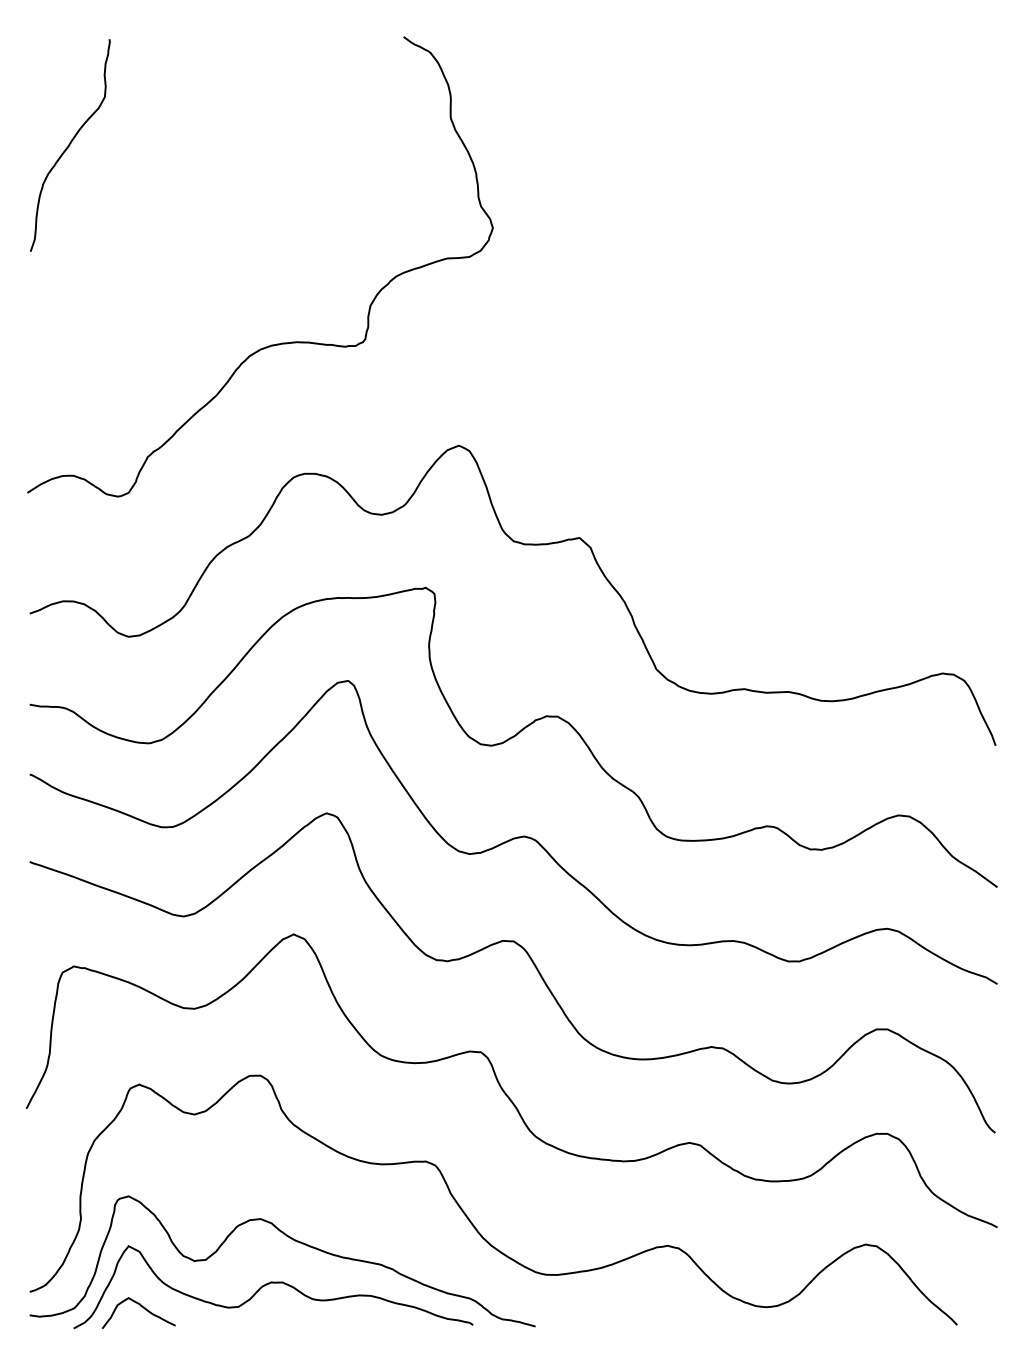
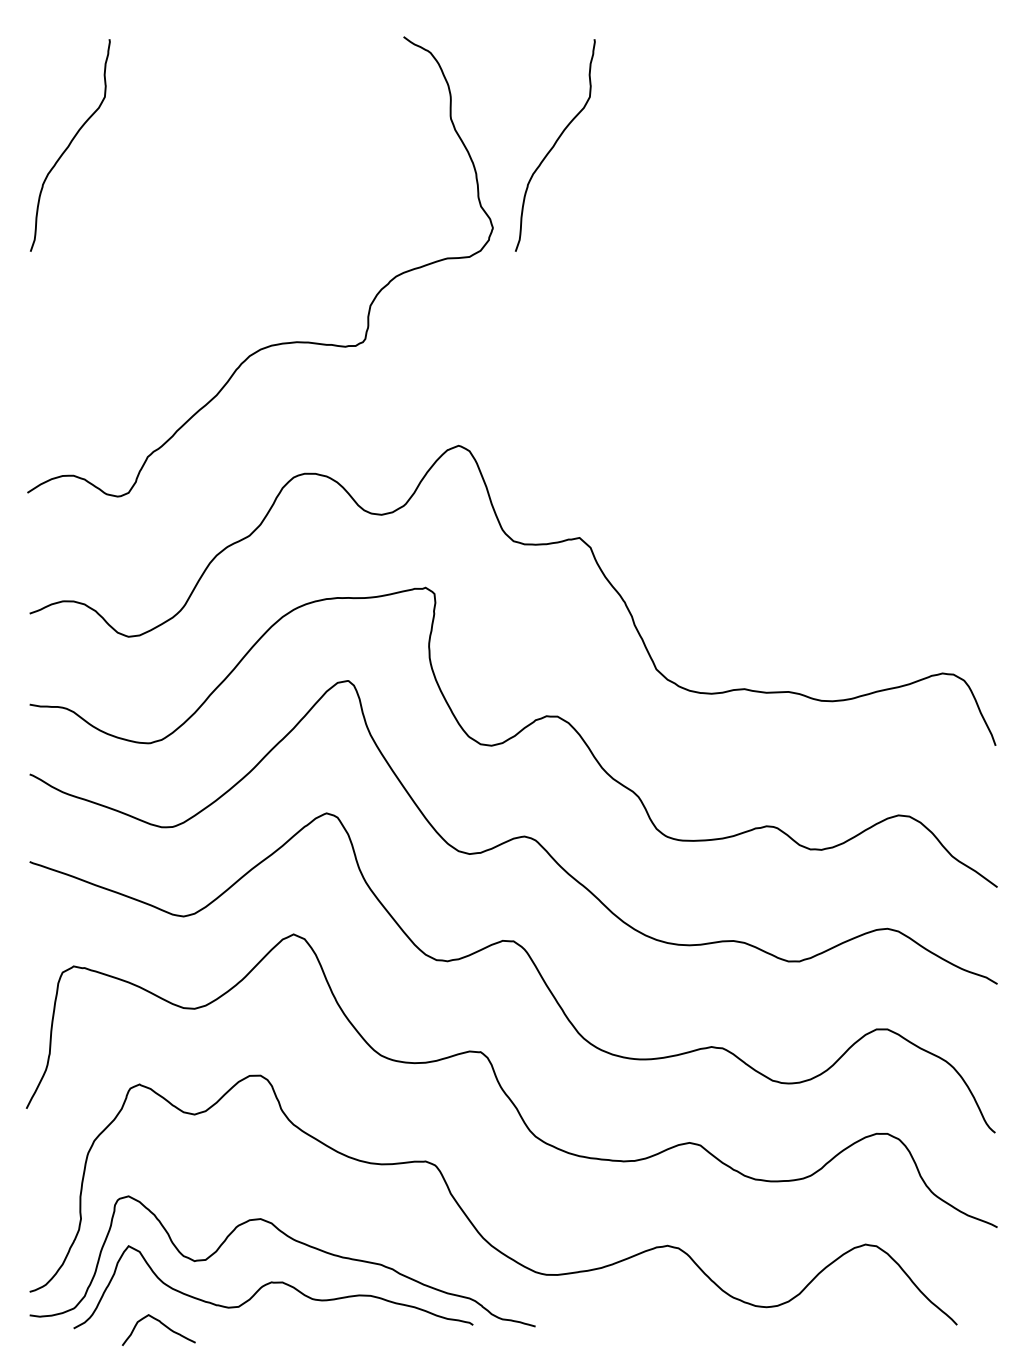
curve at (555, 145): none -> present
curve at (141, 1307) position: (141, 1307) -> (161, 1324)
